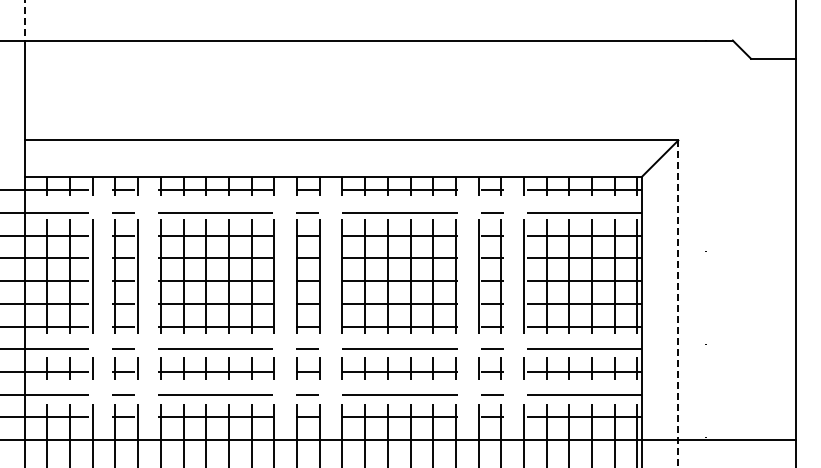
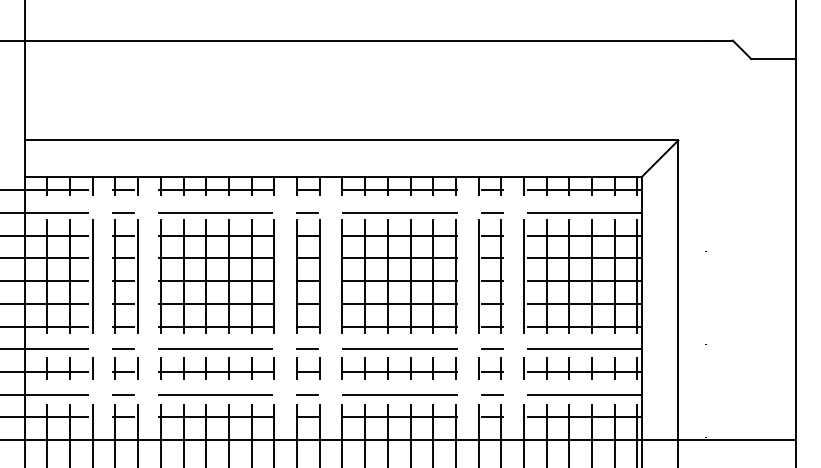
line at (24, 20): dashed -> solid
line at (678, 304): dashed -> solid
